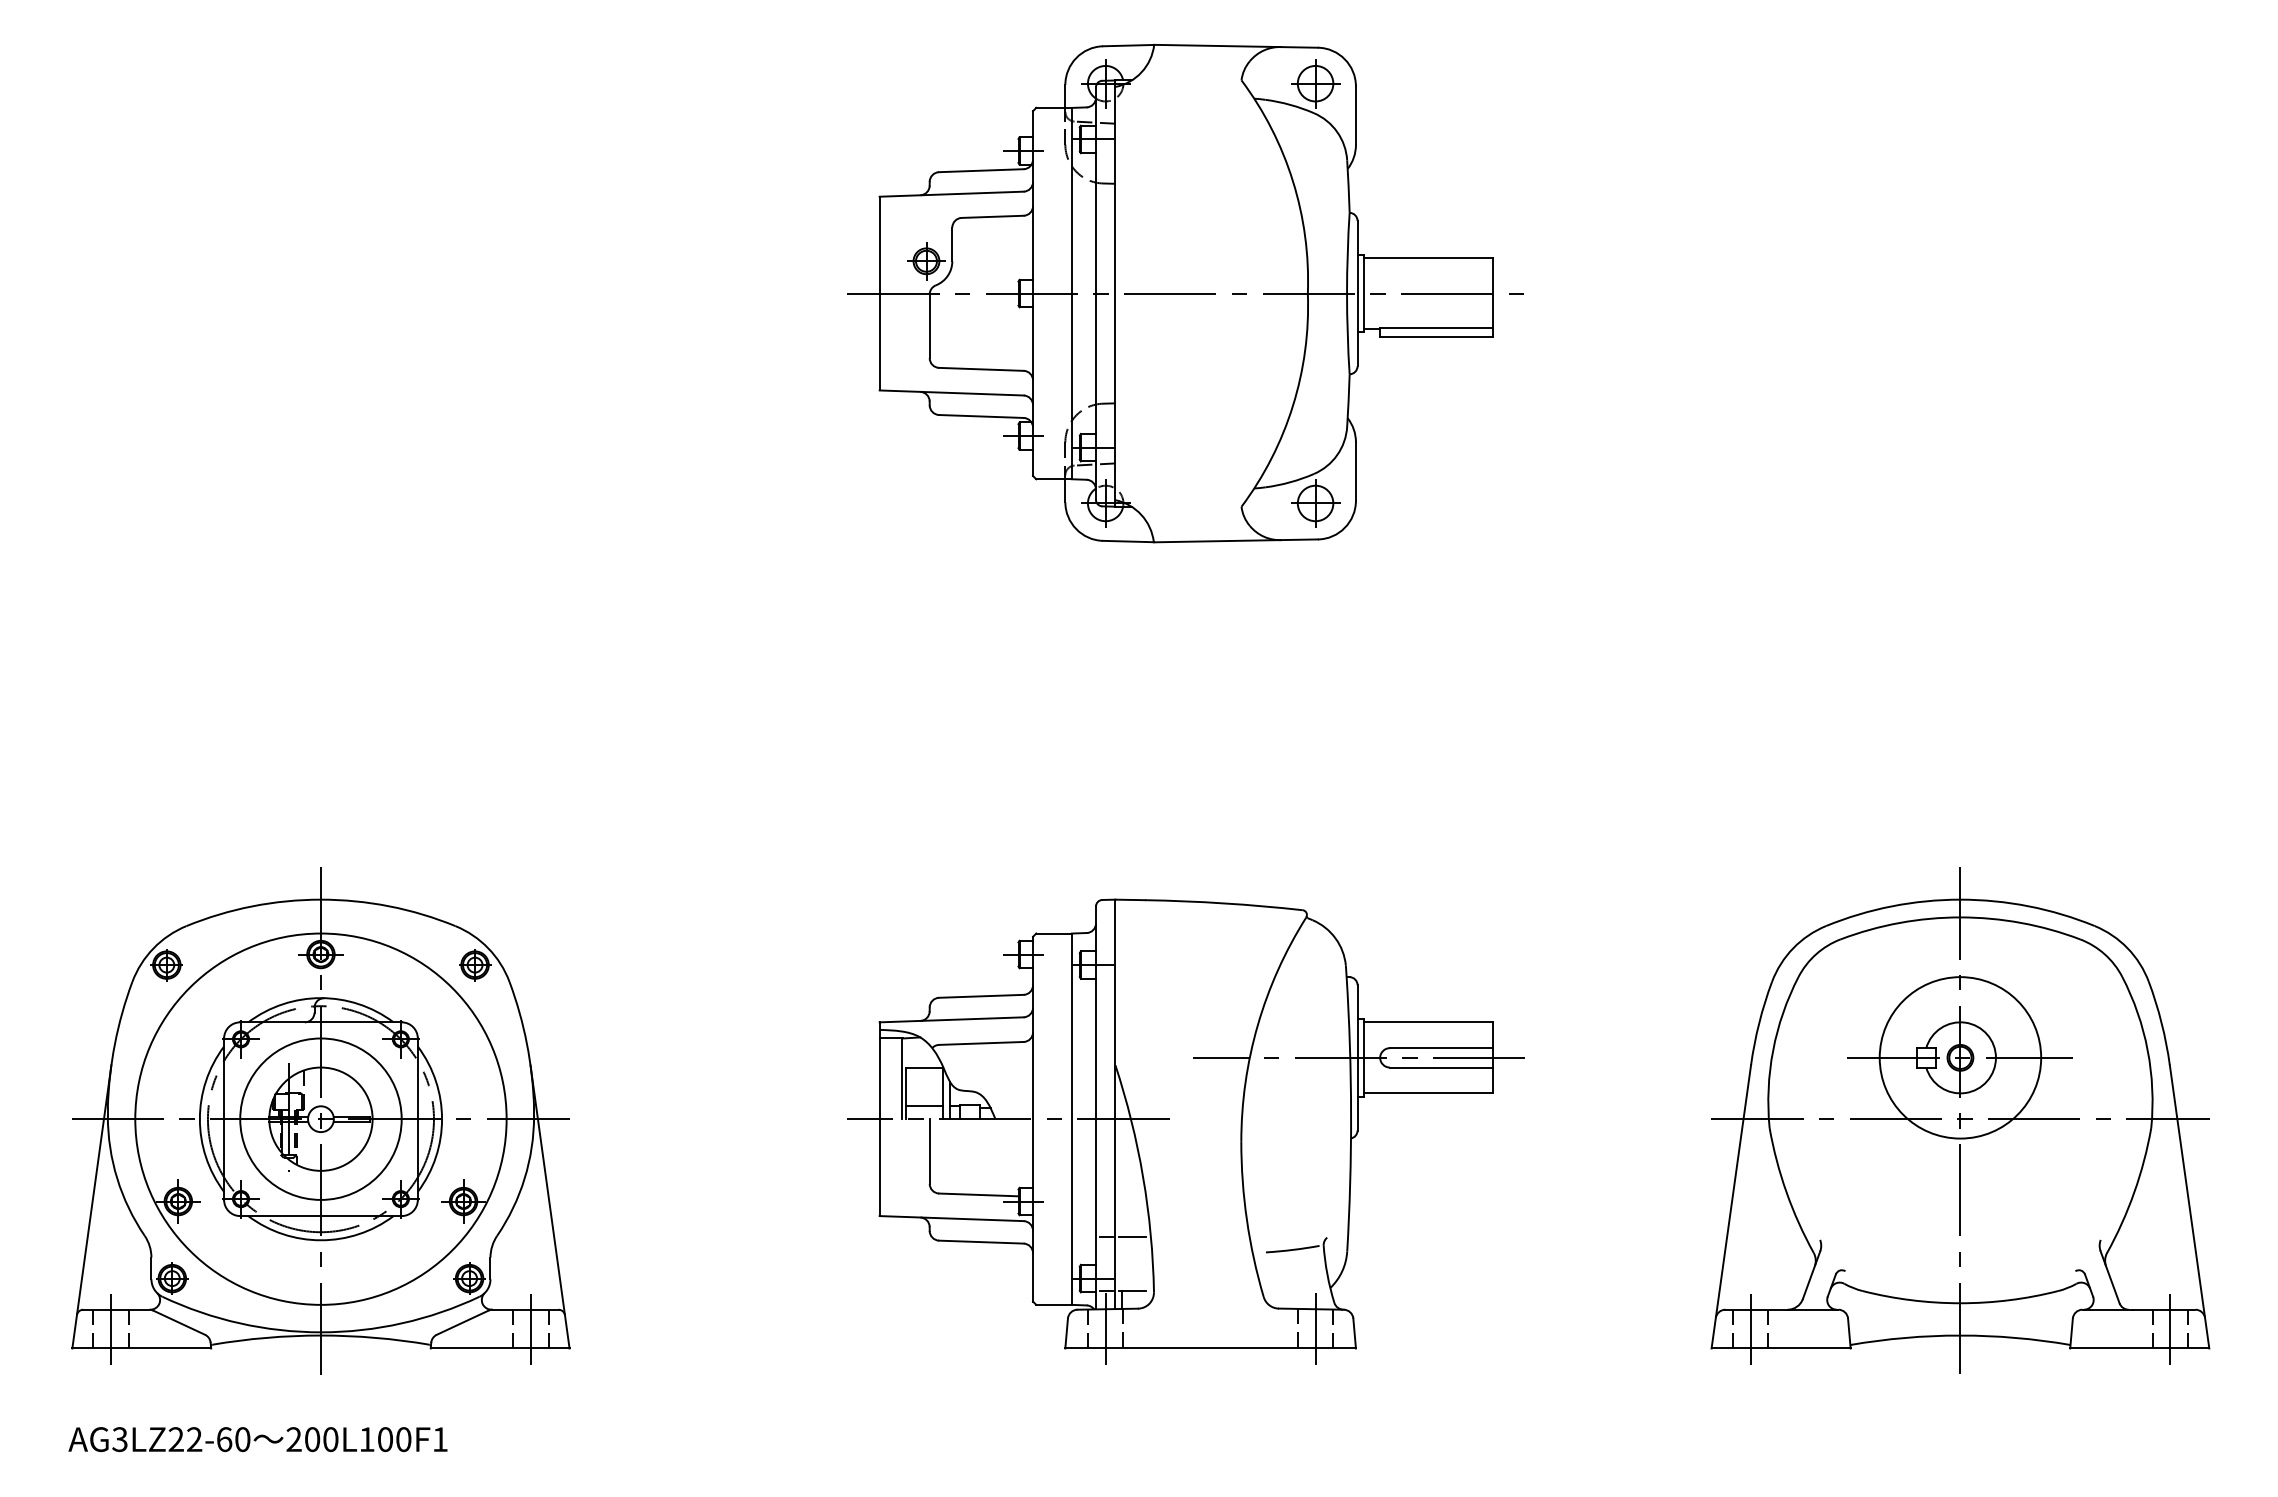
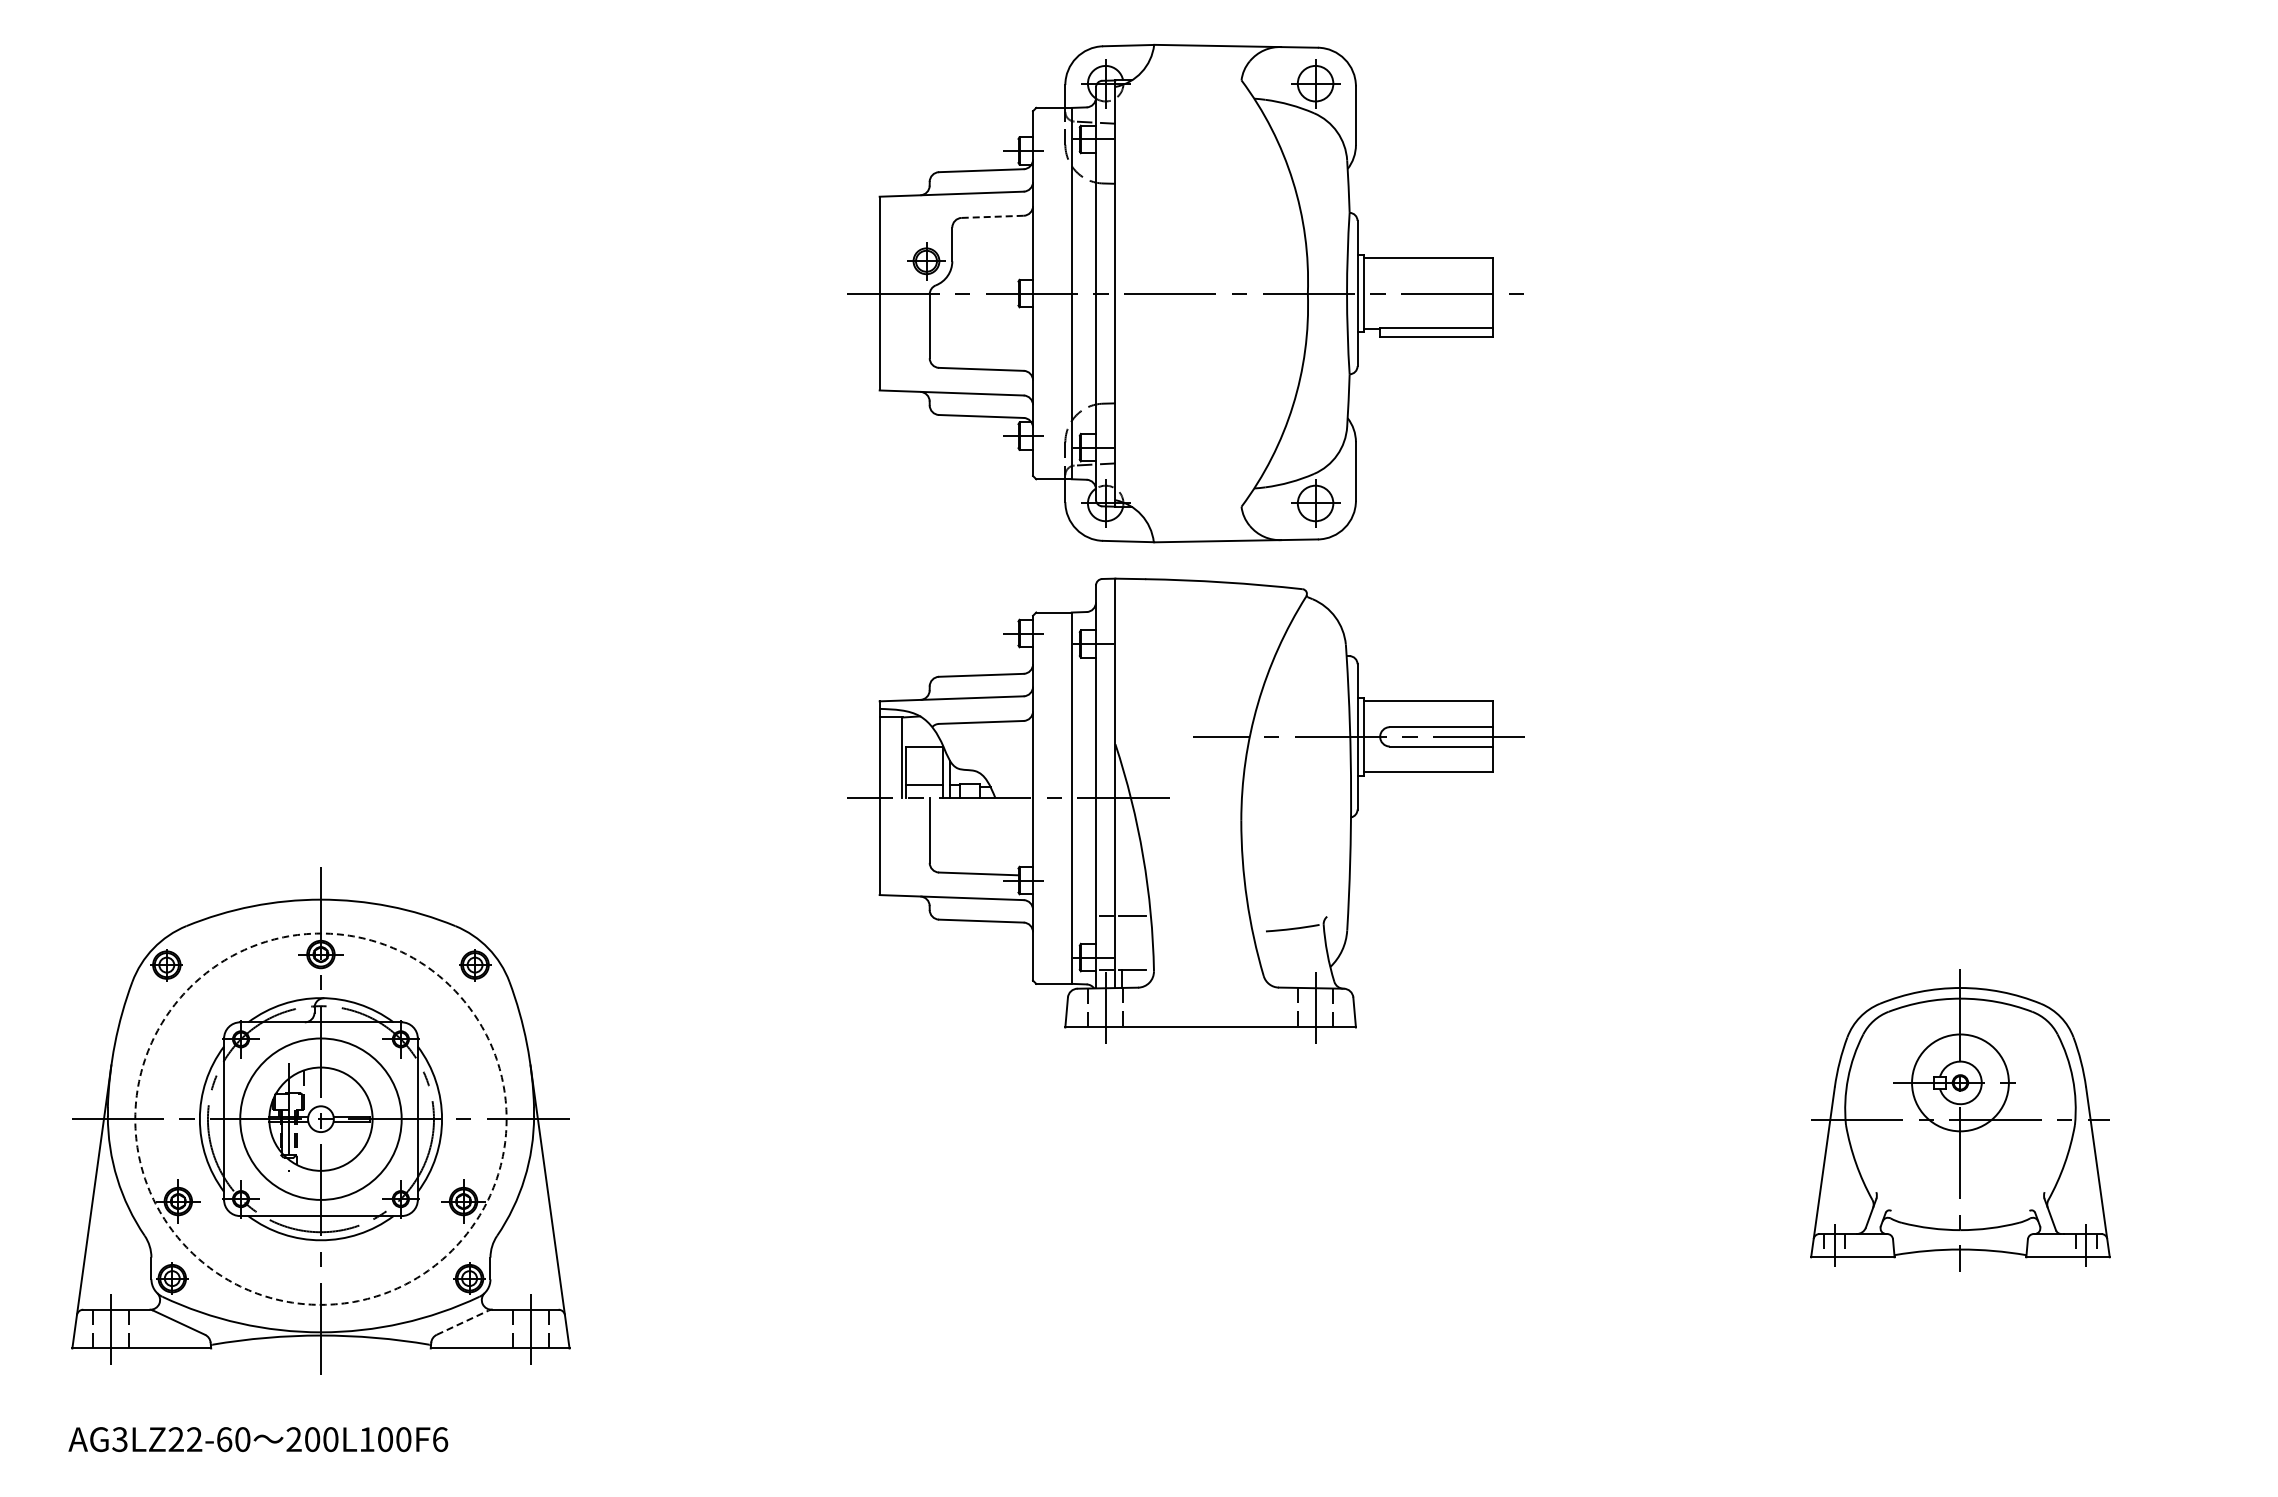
line at (992, 216): solid -> dashed
circle at (320, 1118): solid -> dashed
part at (1960, 1120) size: 501x507 px -> 301x303 px
part at (1185, 1131) position: (1185, 1131) -> (1185, 810)
line at (462, 1322): solid -> dashed
text at (440, 1439): 200L100F1 -> 200L100F6
